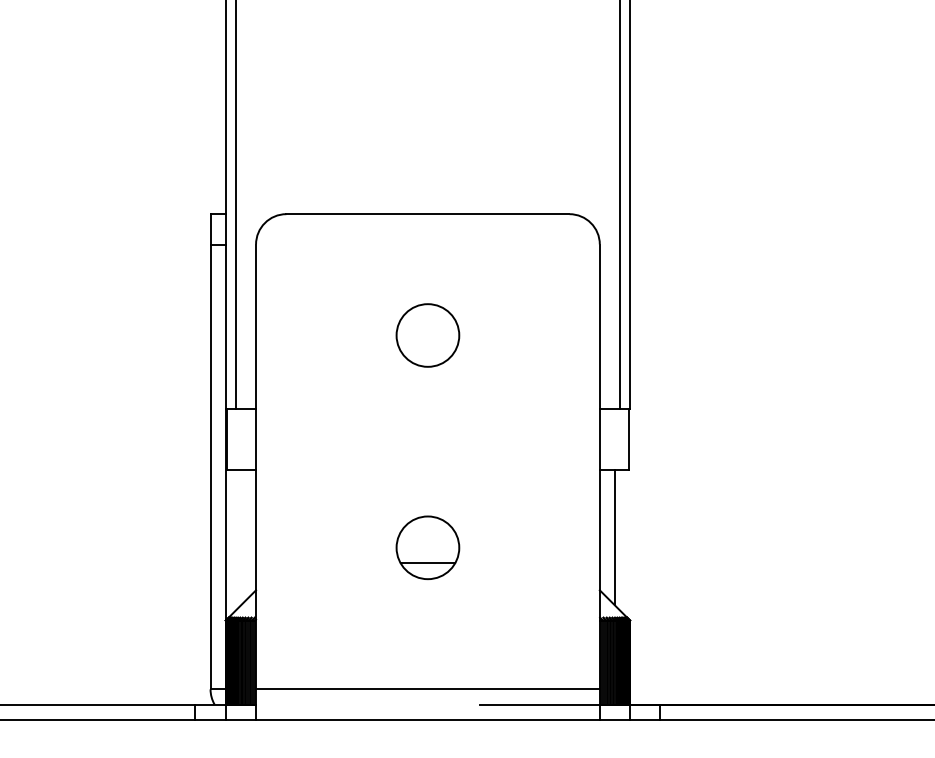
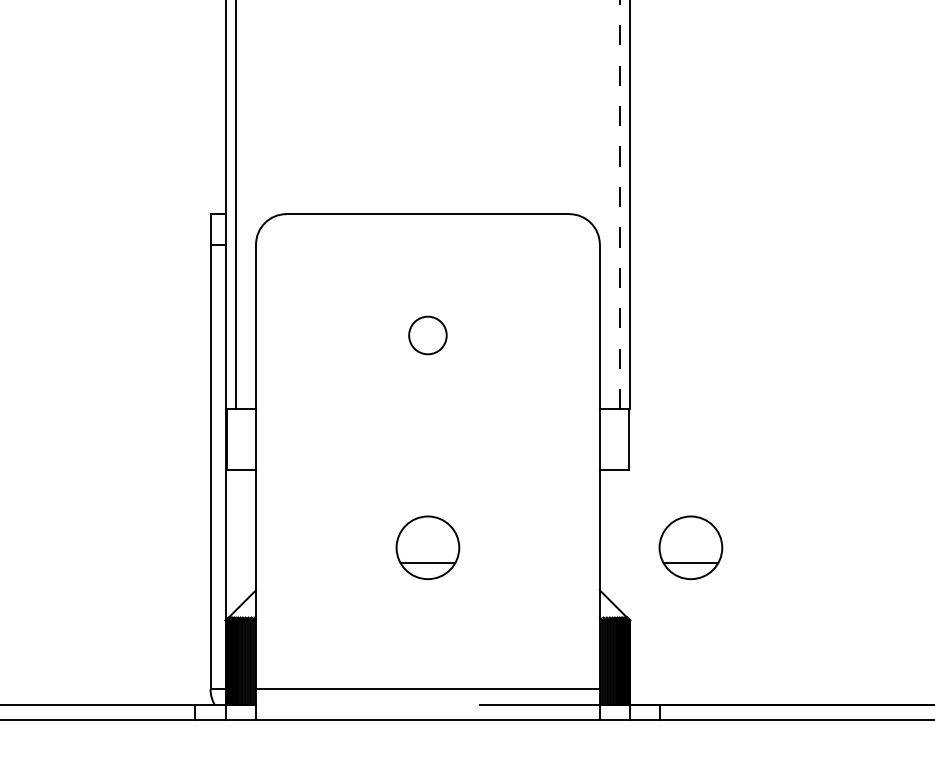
line at (620, 204): solid -> dashed
circle at (427, 335) diameter: 63 px -> 38 px
line at (614, 537): present -> none
part at (690, 547): none -> present
